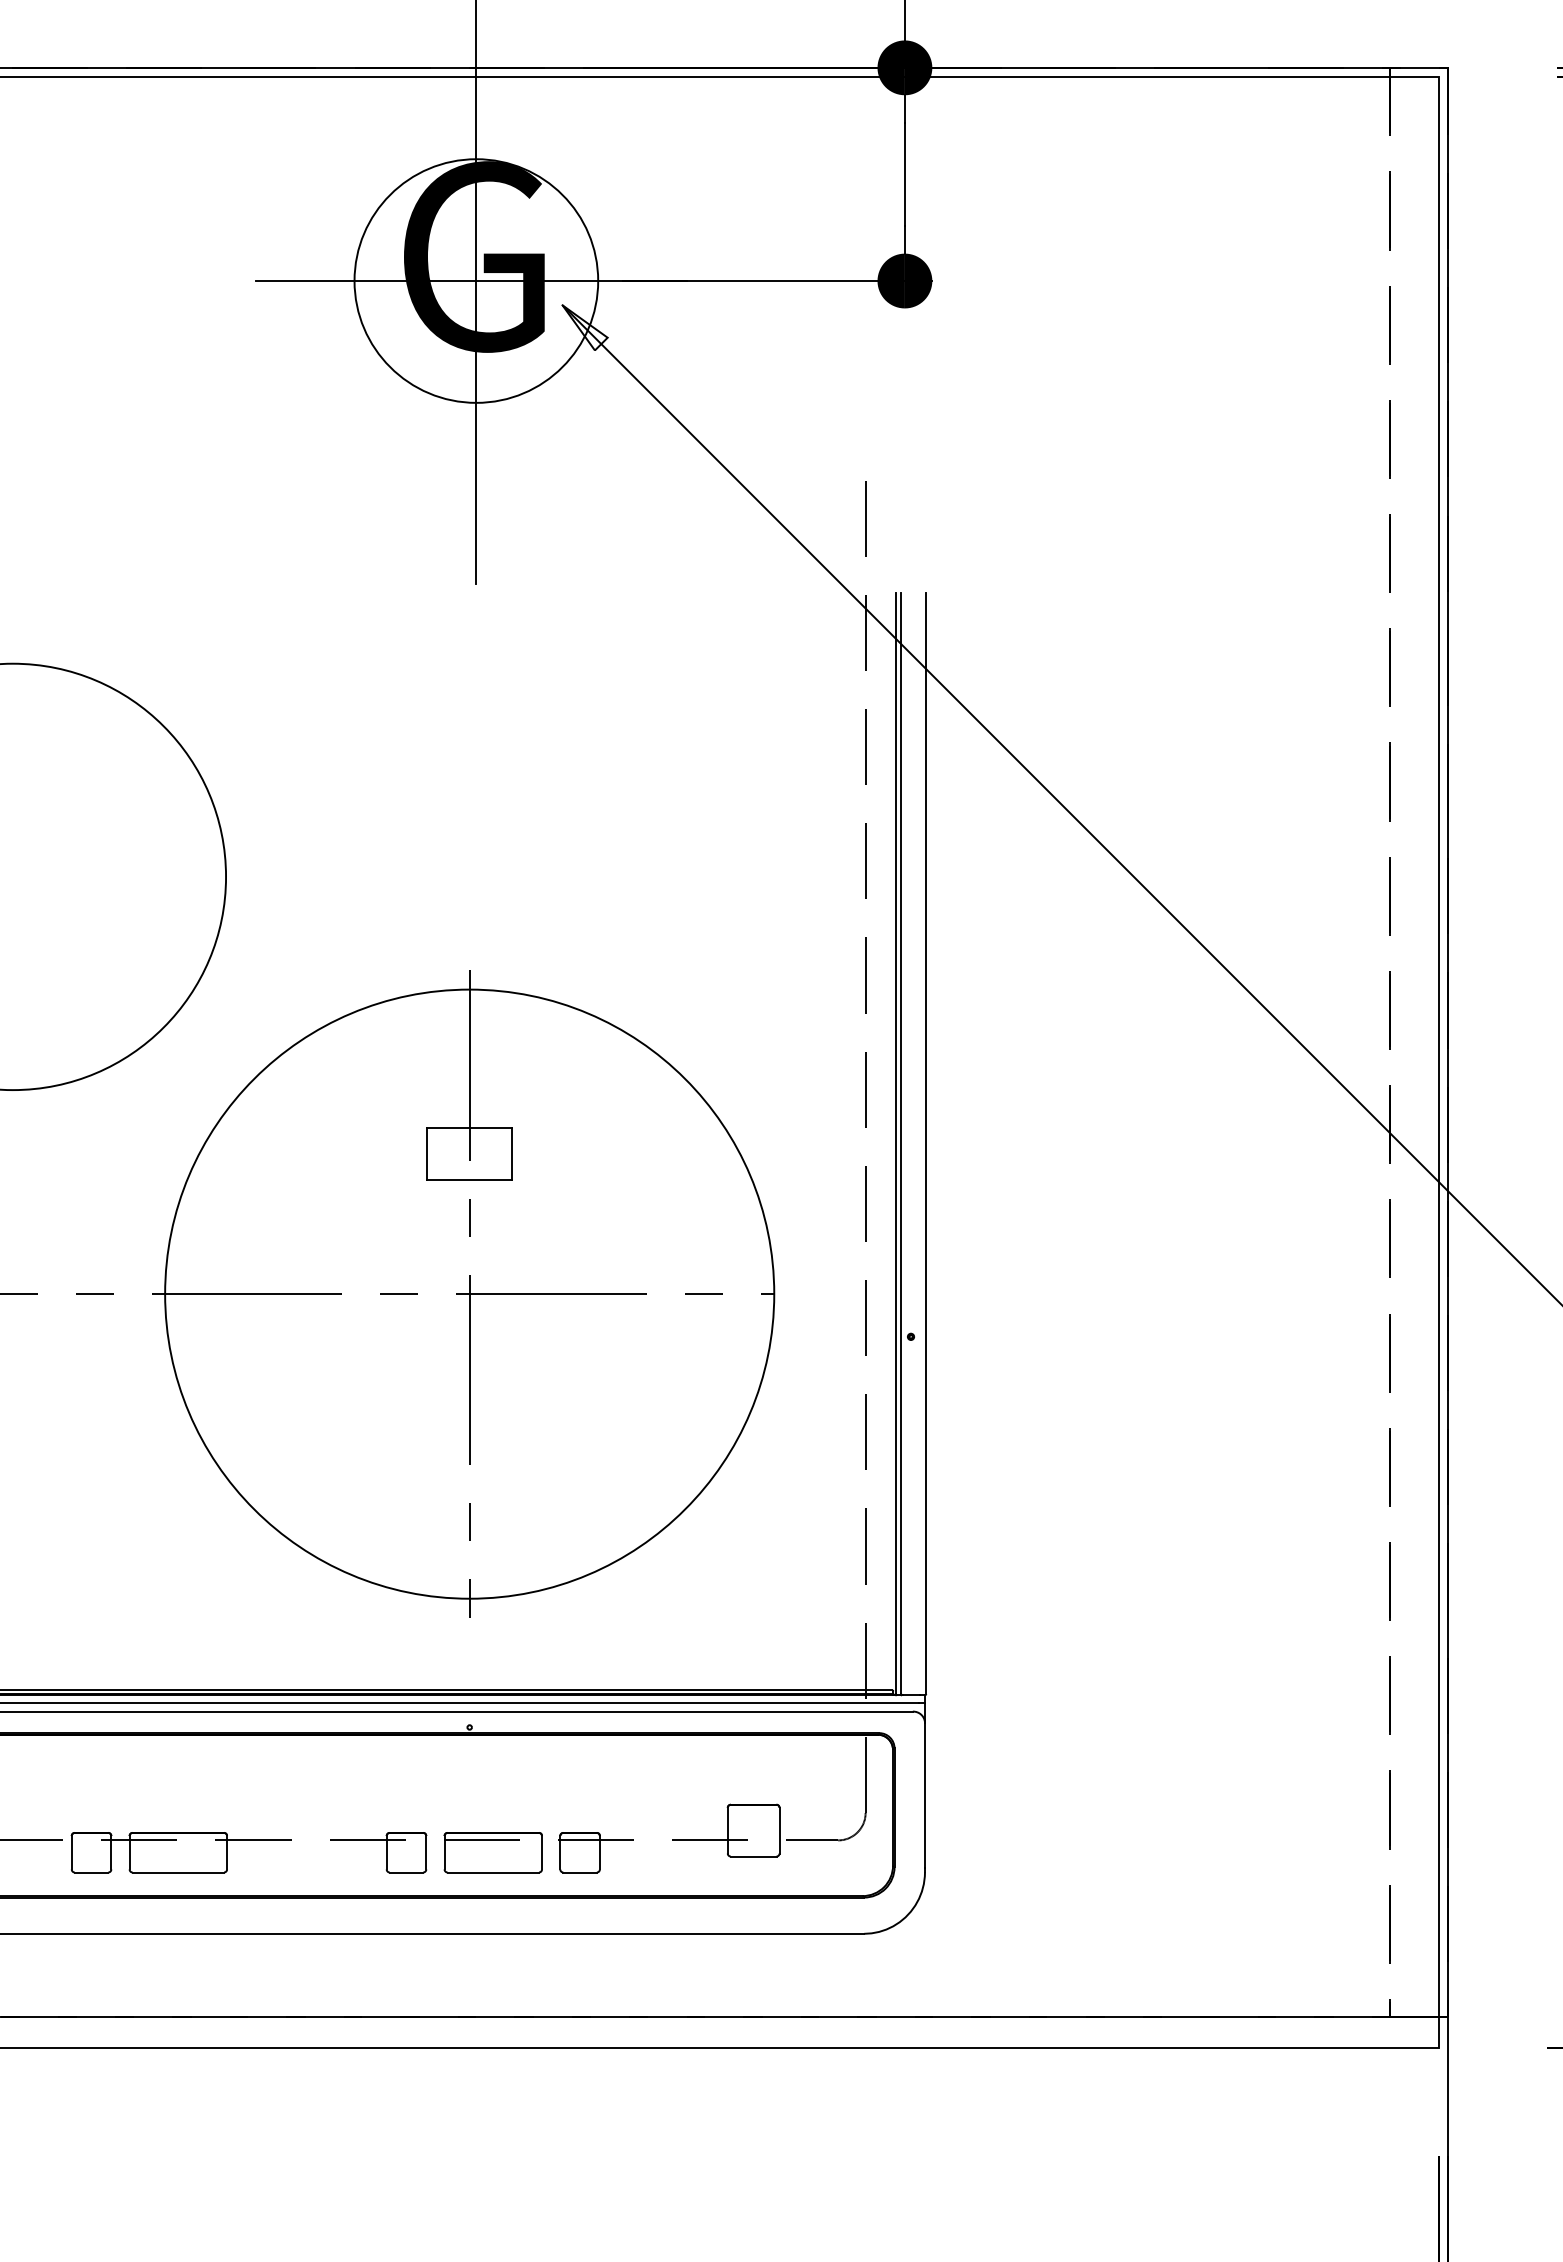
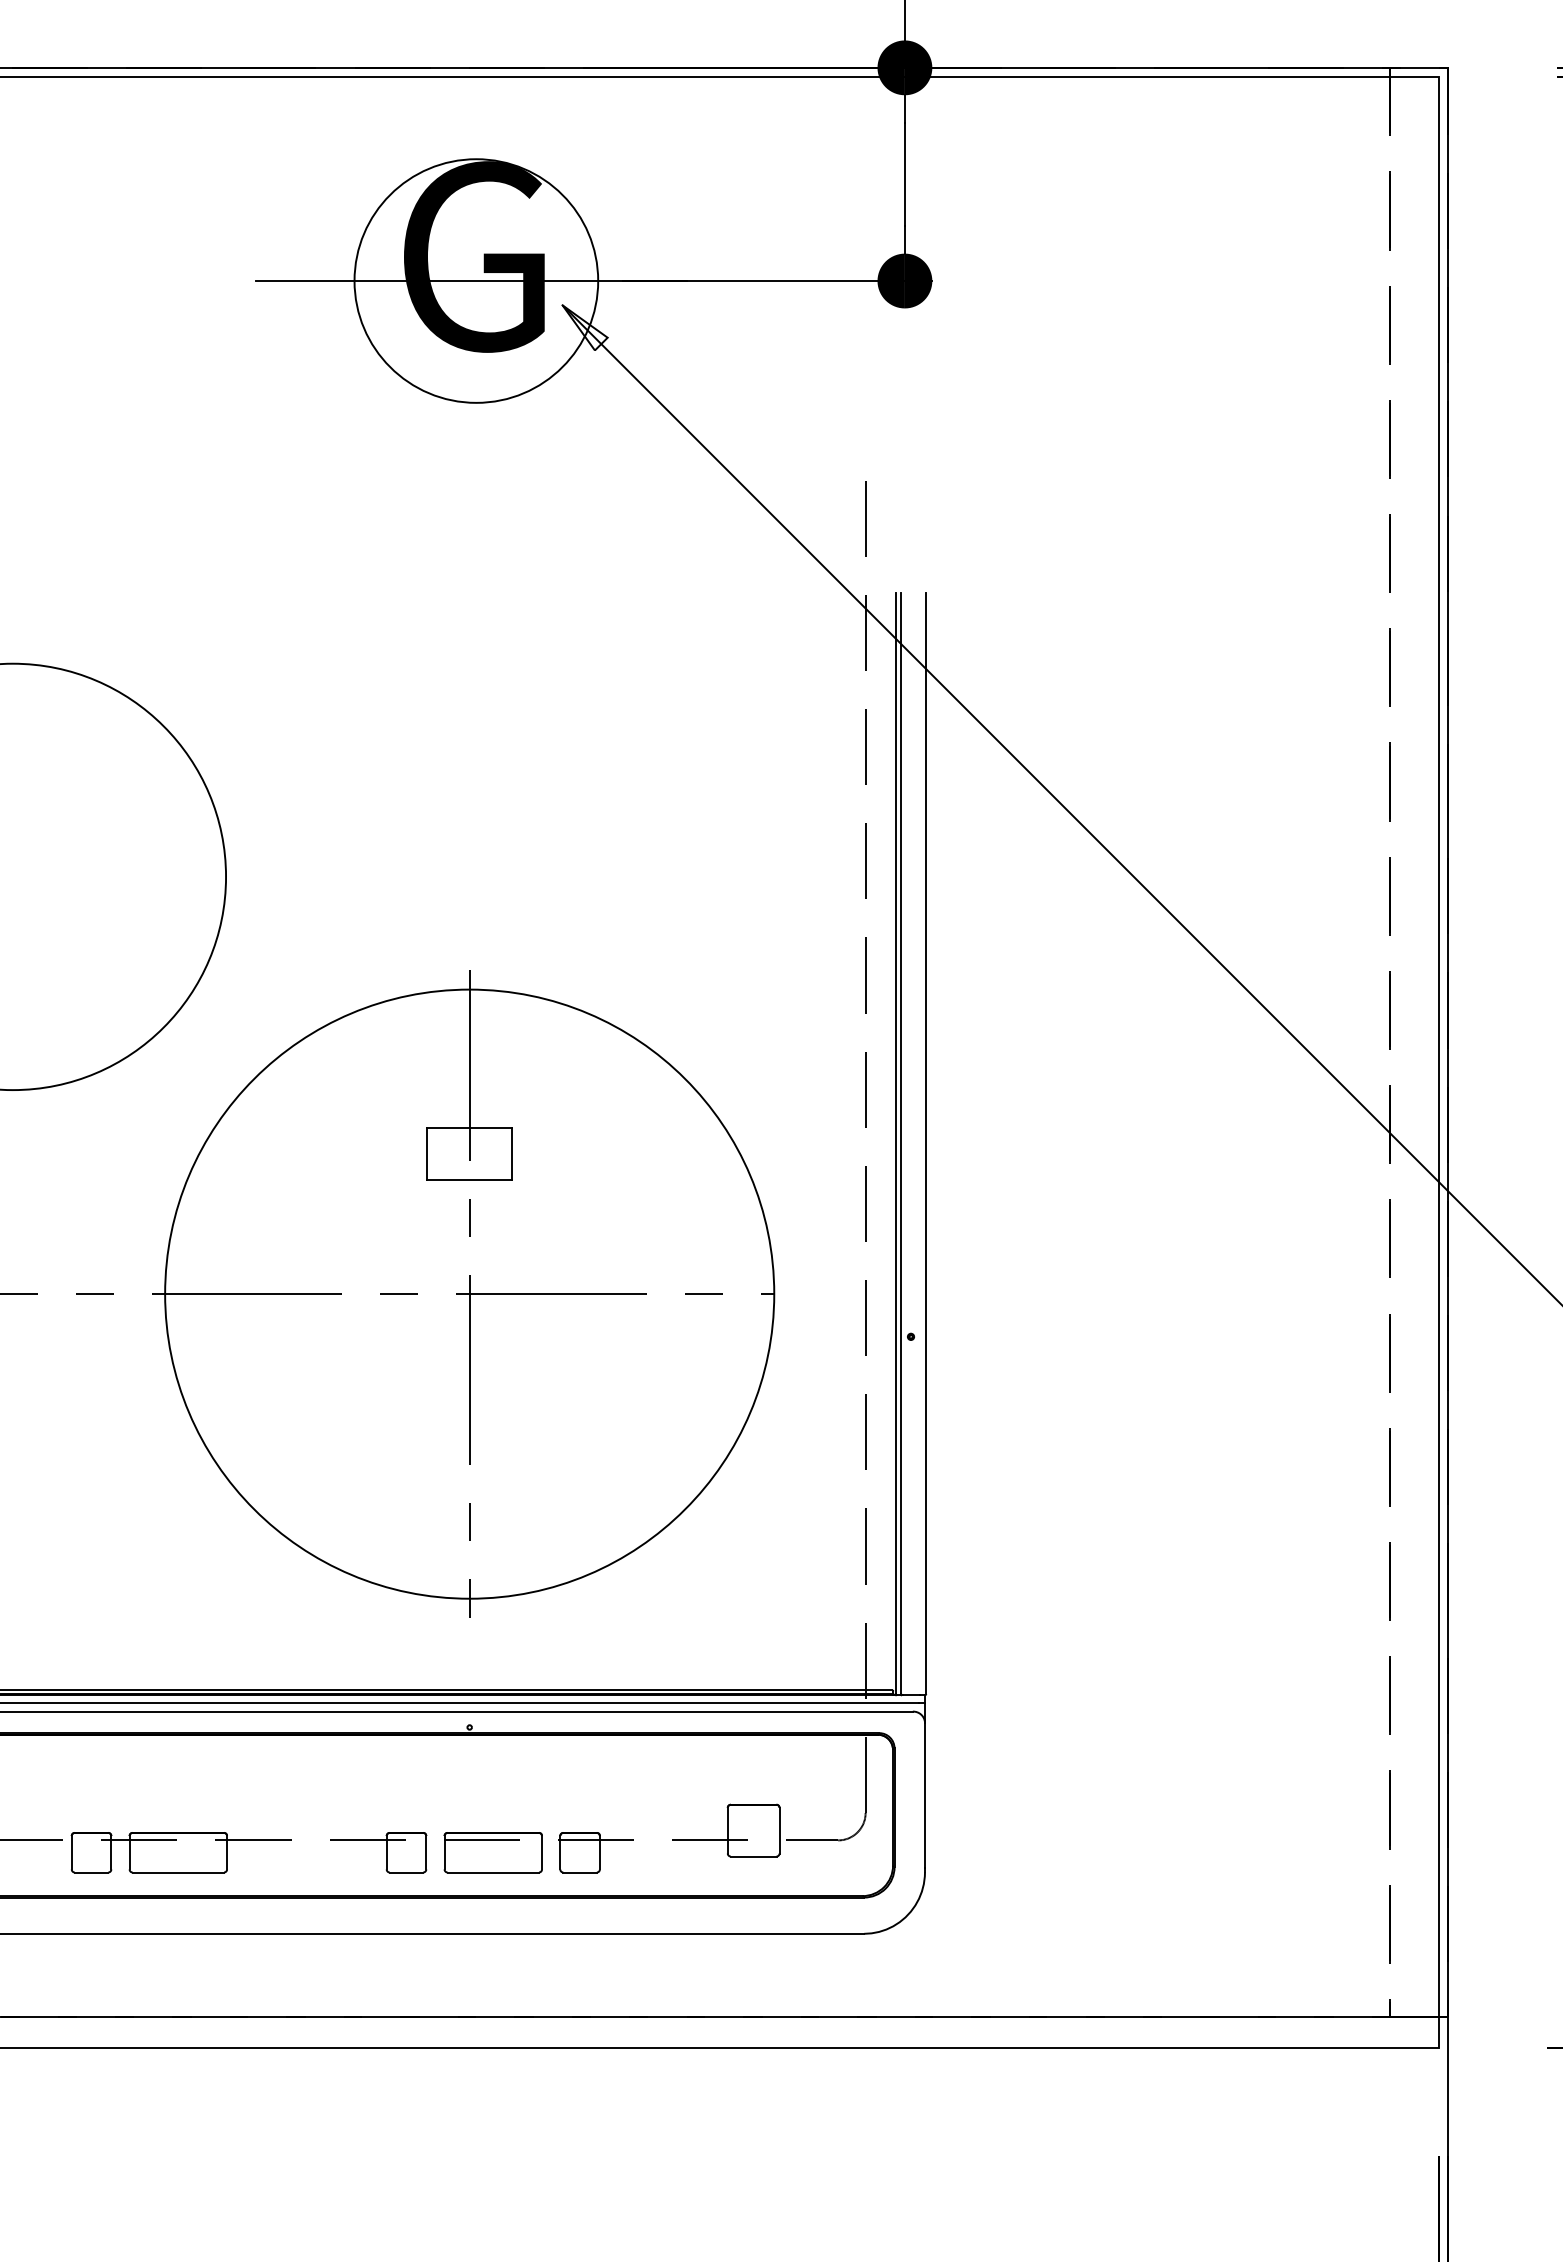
line at (476, 292): present -> none
